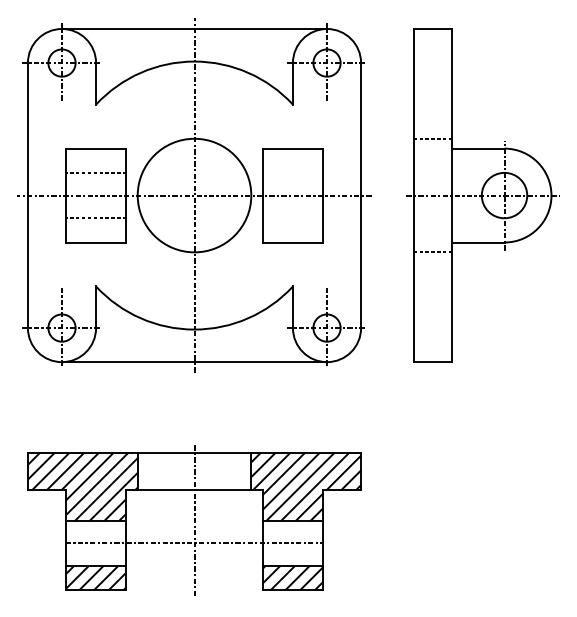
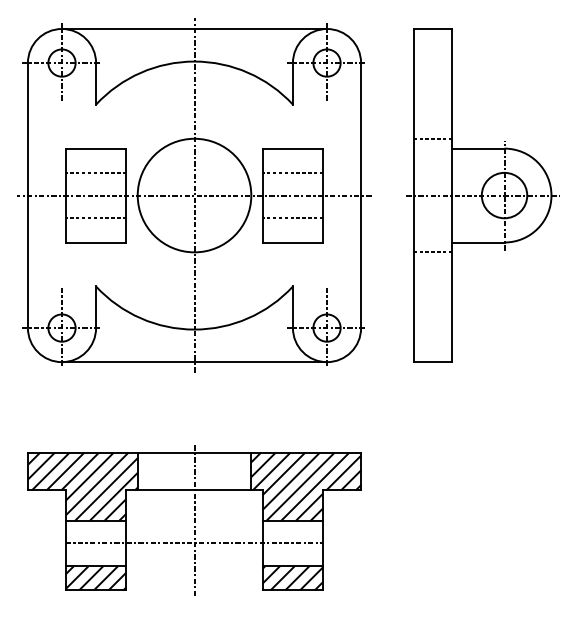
line at (292, 172): none -> present
line at (292, 218): none -> present
